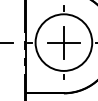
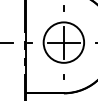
circle at (63, 42) diameter: 57 px -> 40 px
